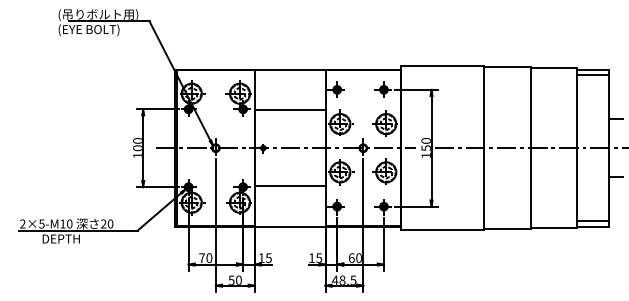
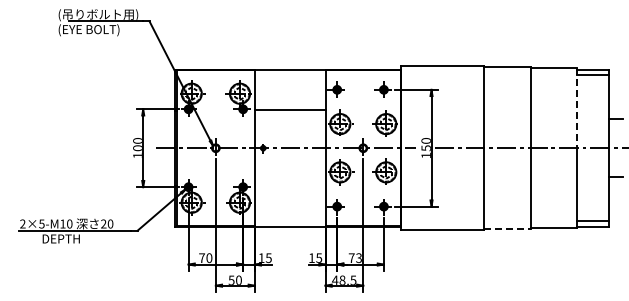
line at (577, 108): solid -> dashed
line at (289, 186): present -> none
line at (508, 229): solid -> dashed
text at (354, 258): 60 -> 73
